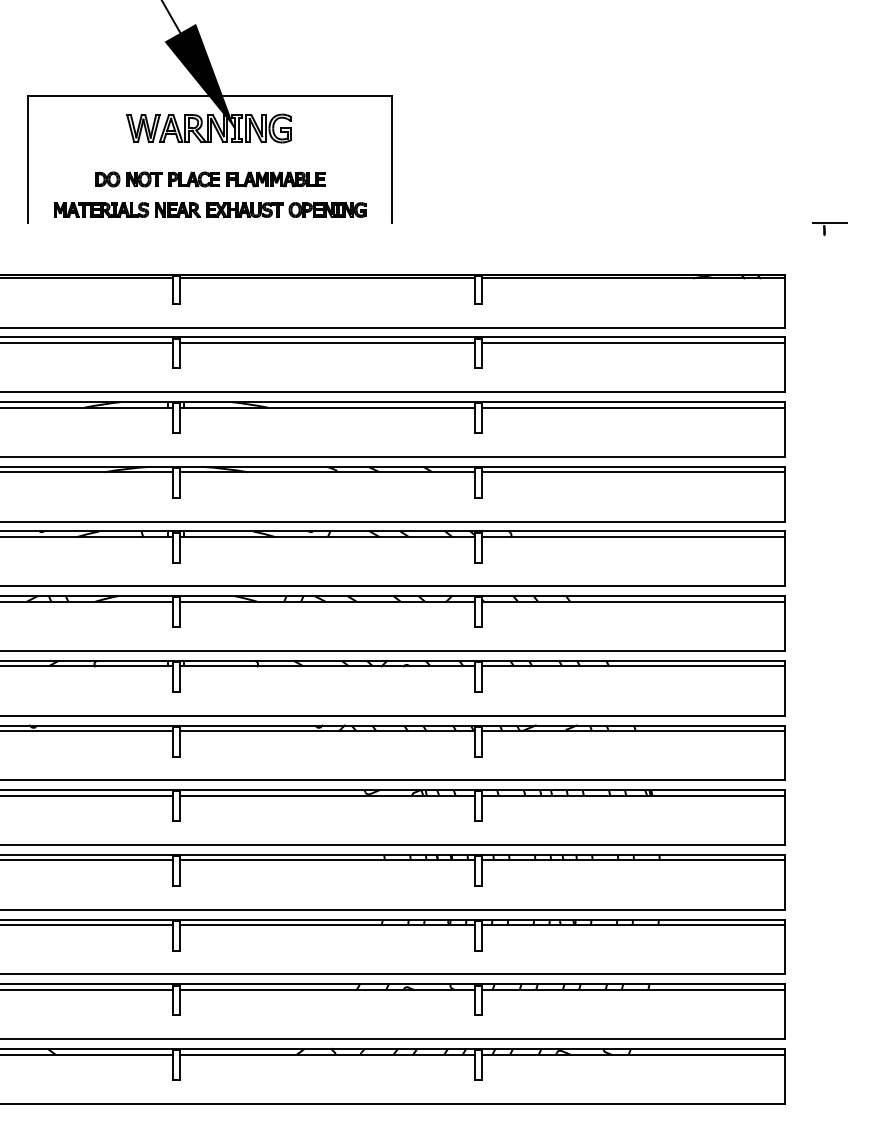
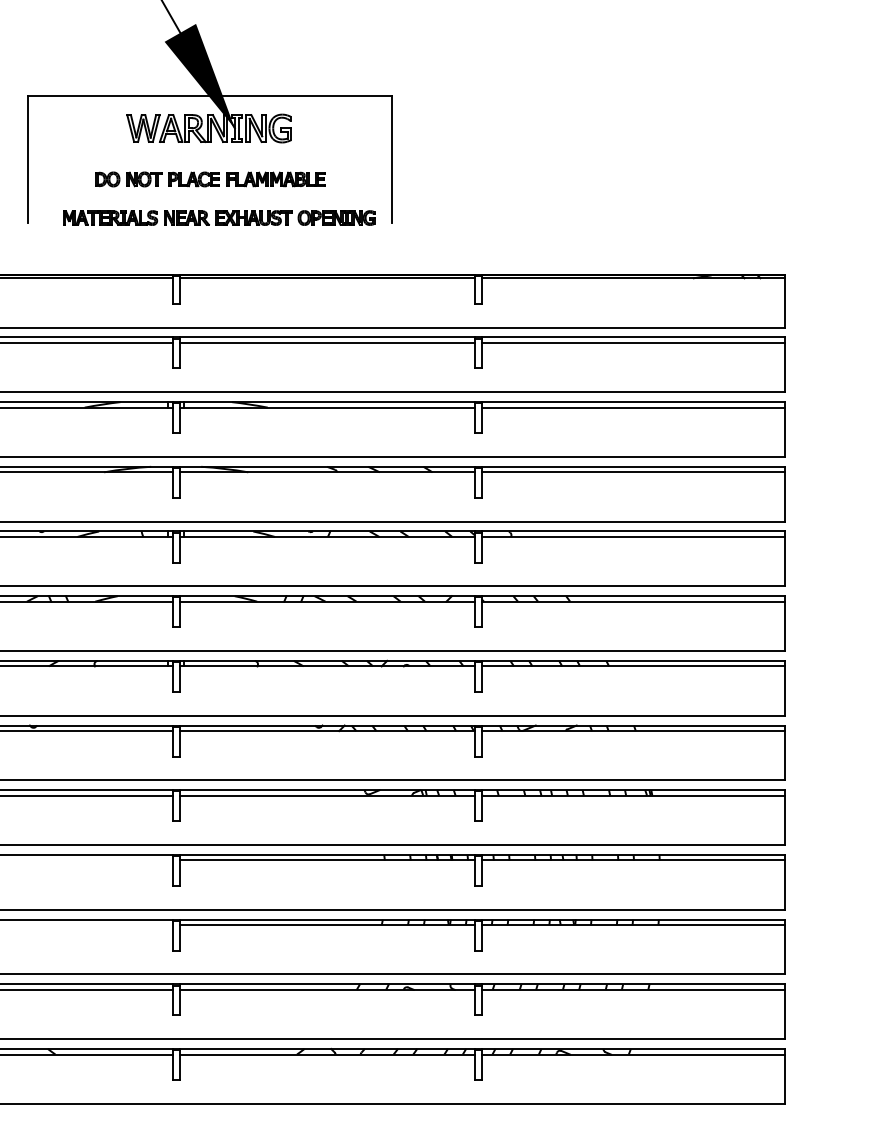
part at (210, 209) position: (210, 209) -> (219, 217)
part at (829, 229): present -> none
line at (87, 860): present -> none
line at (87, 925): present -> none
